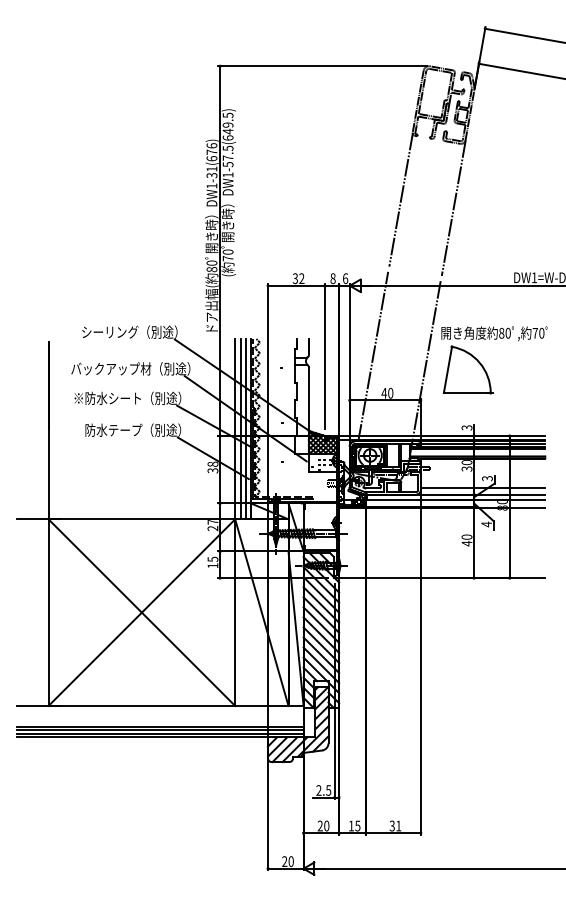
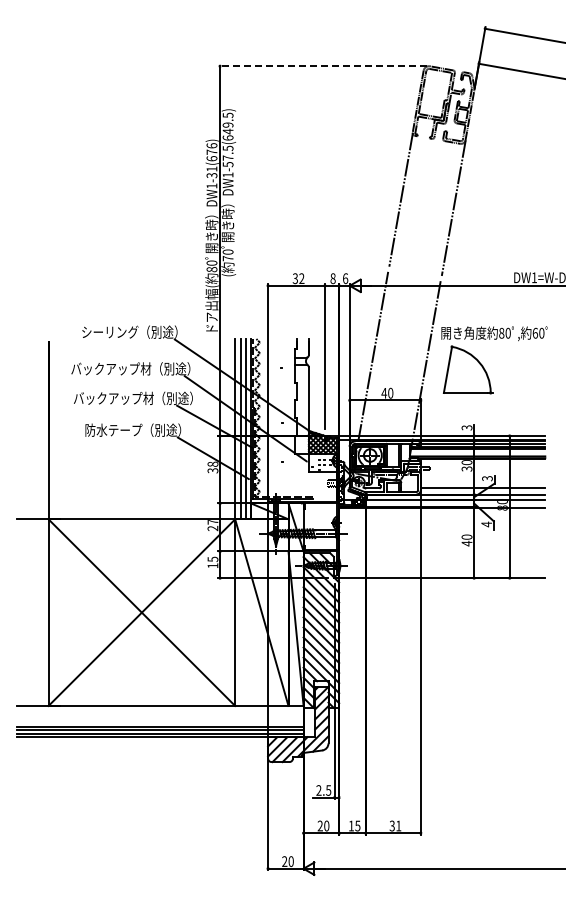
line at (322, 66): solid -> dashed
text at (535, 332): 70 -> 60
text at (133, 398): ※防水シート（別途） -> バックアップ材（別途）
